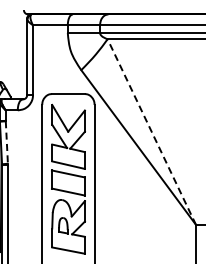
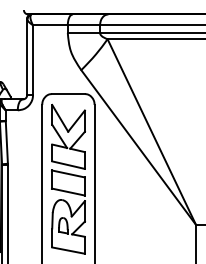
line at (151, 132): dashed -> solid
line at (6, 143): dashed -> solid
